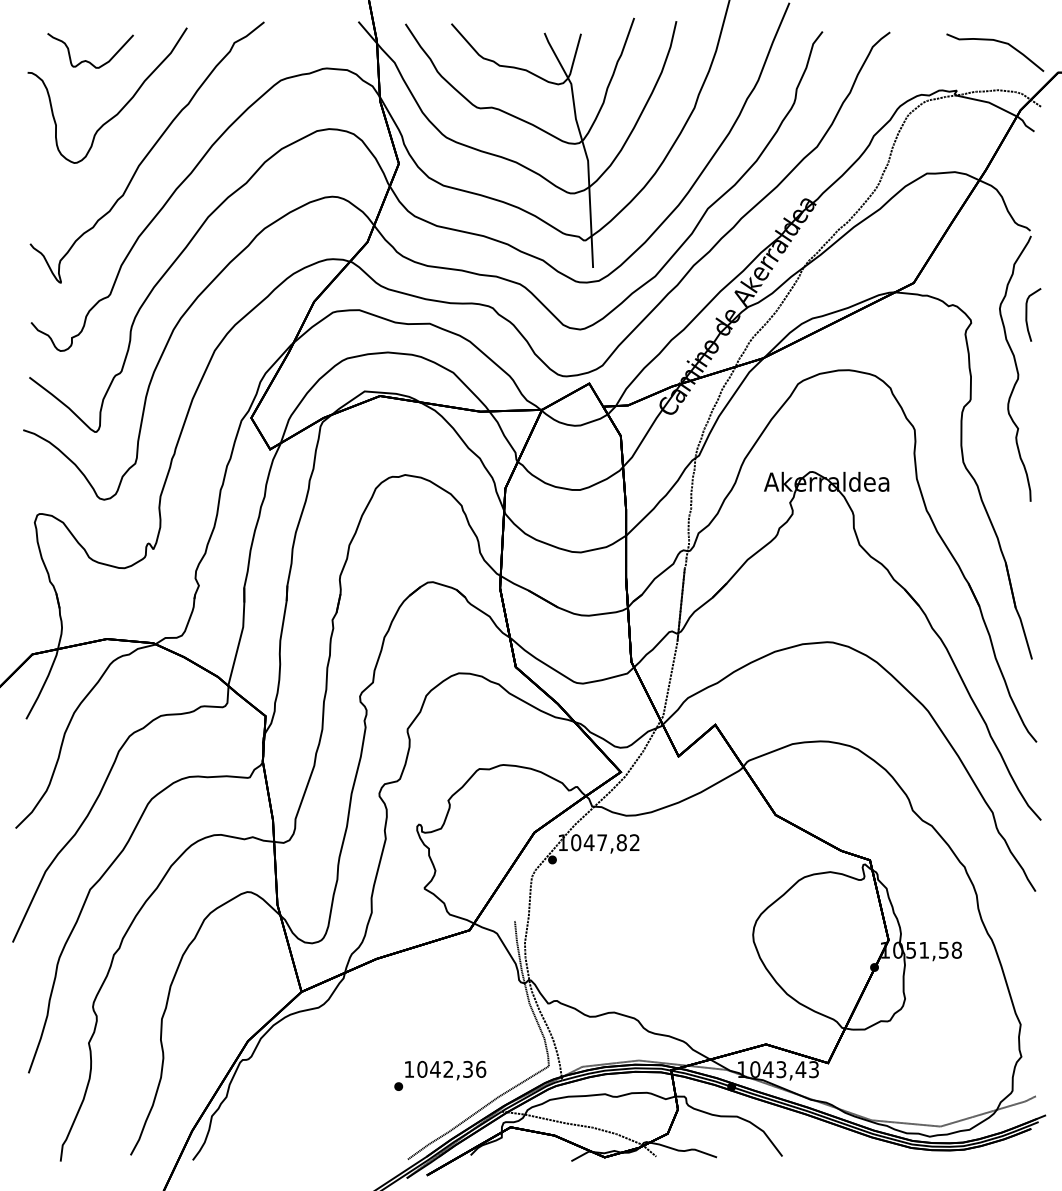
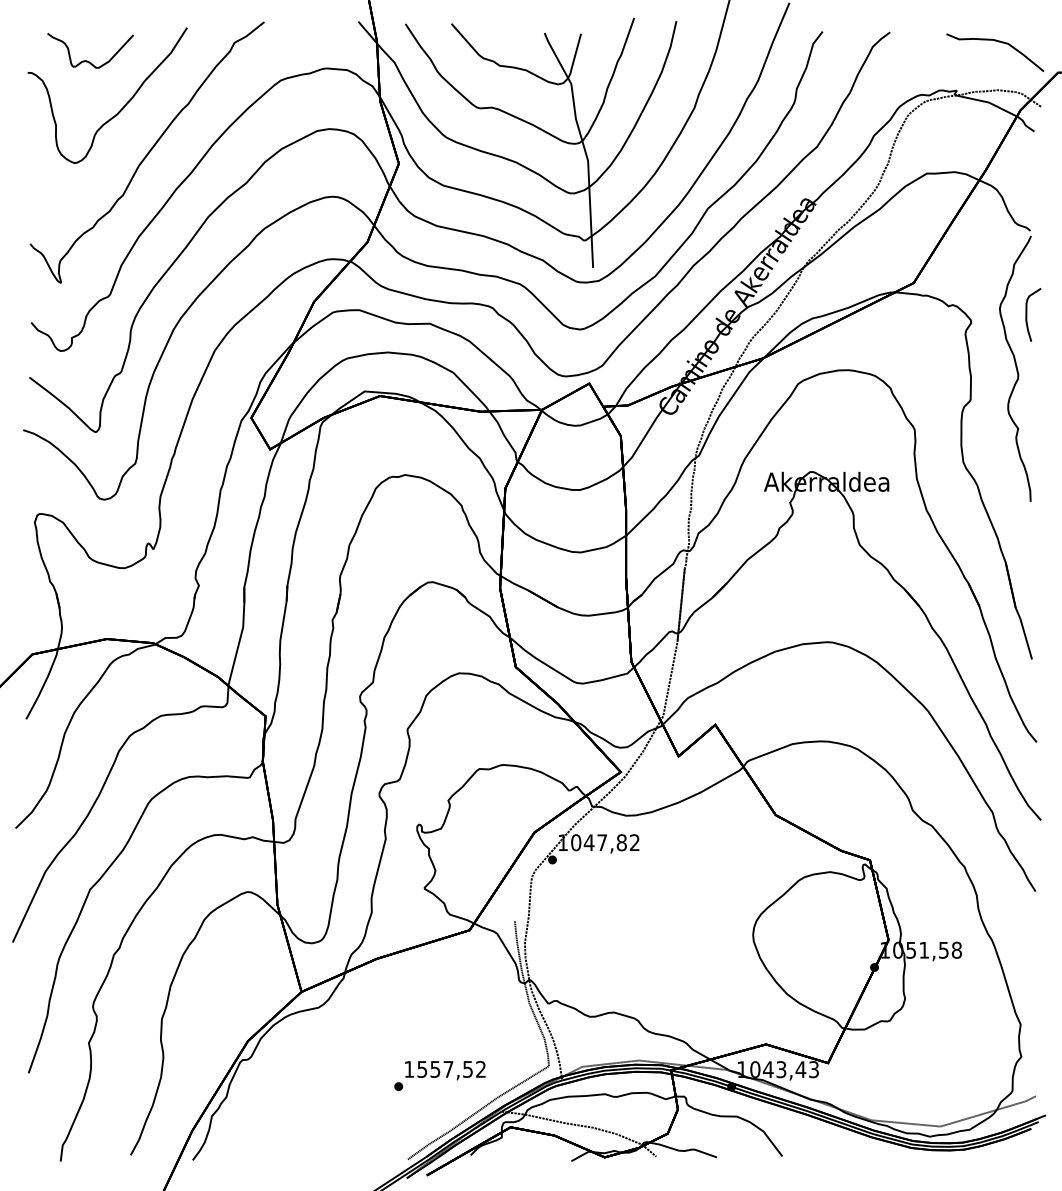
text at (451, 1068): 1042,36 -> 1557,52
